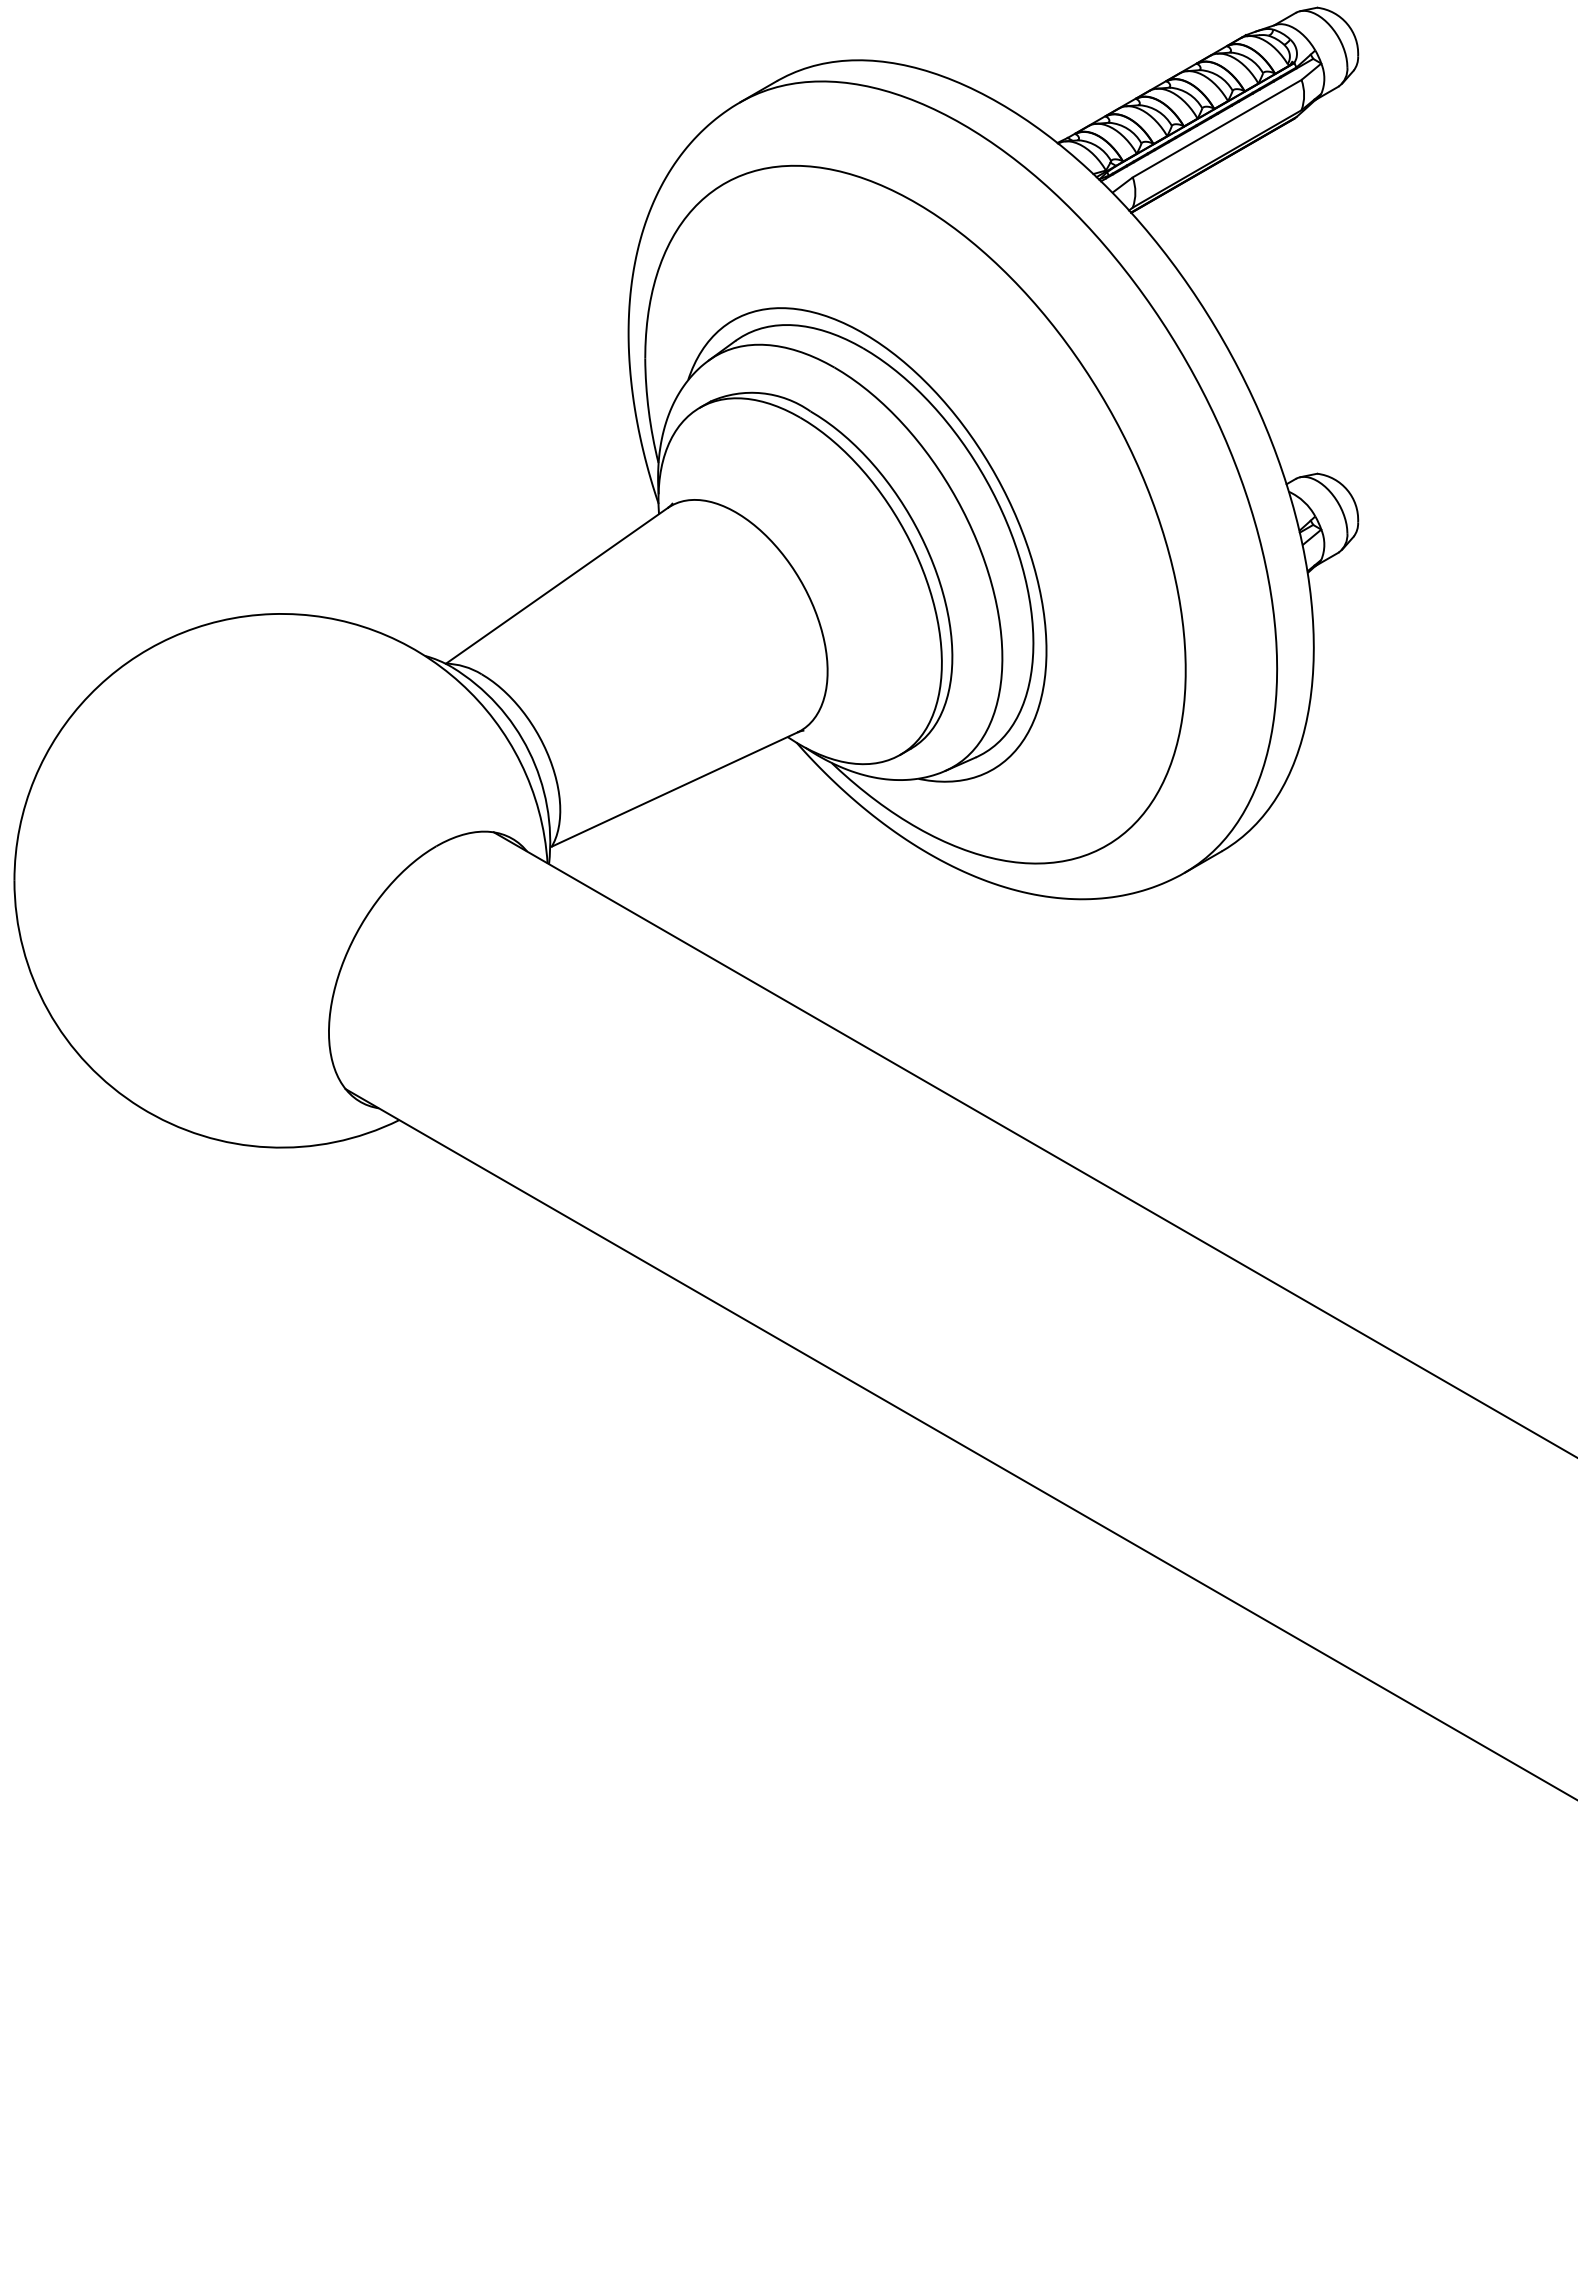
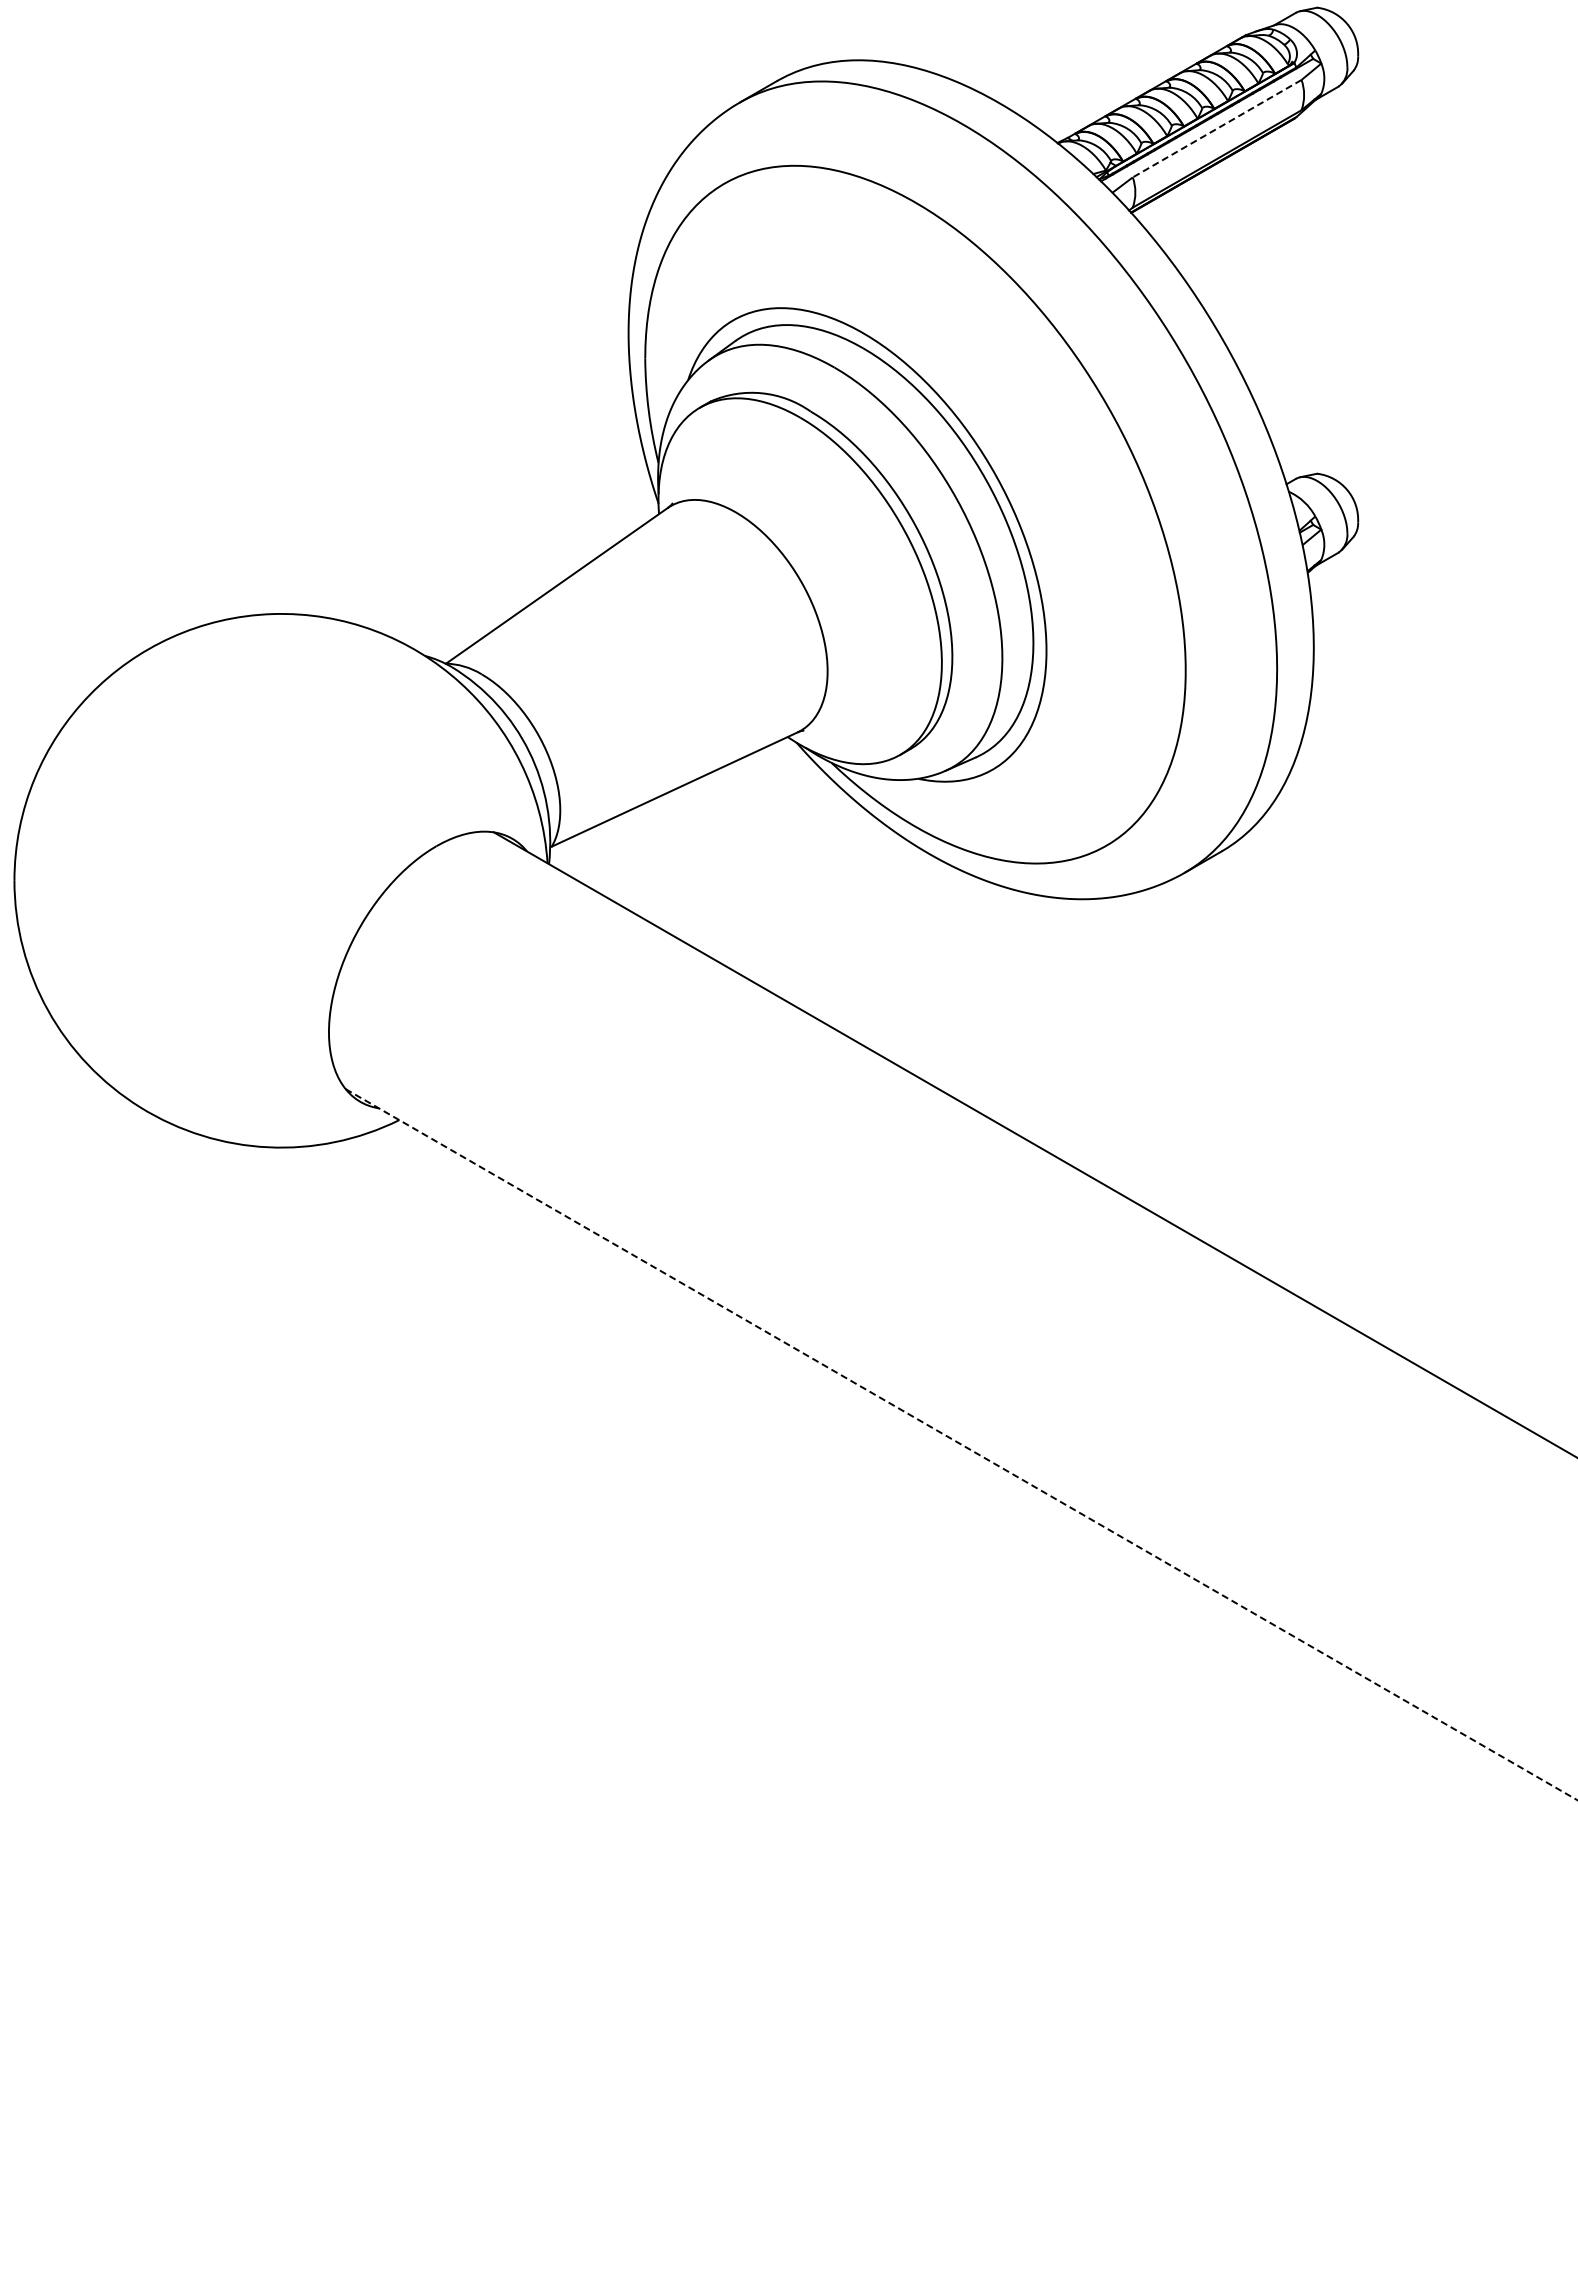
line at (1216, 128): solid -> dashed
line at (961, 1444): solid -> dashed
